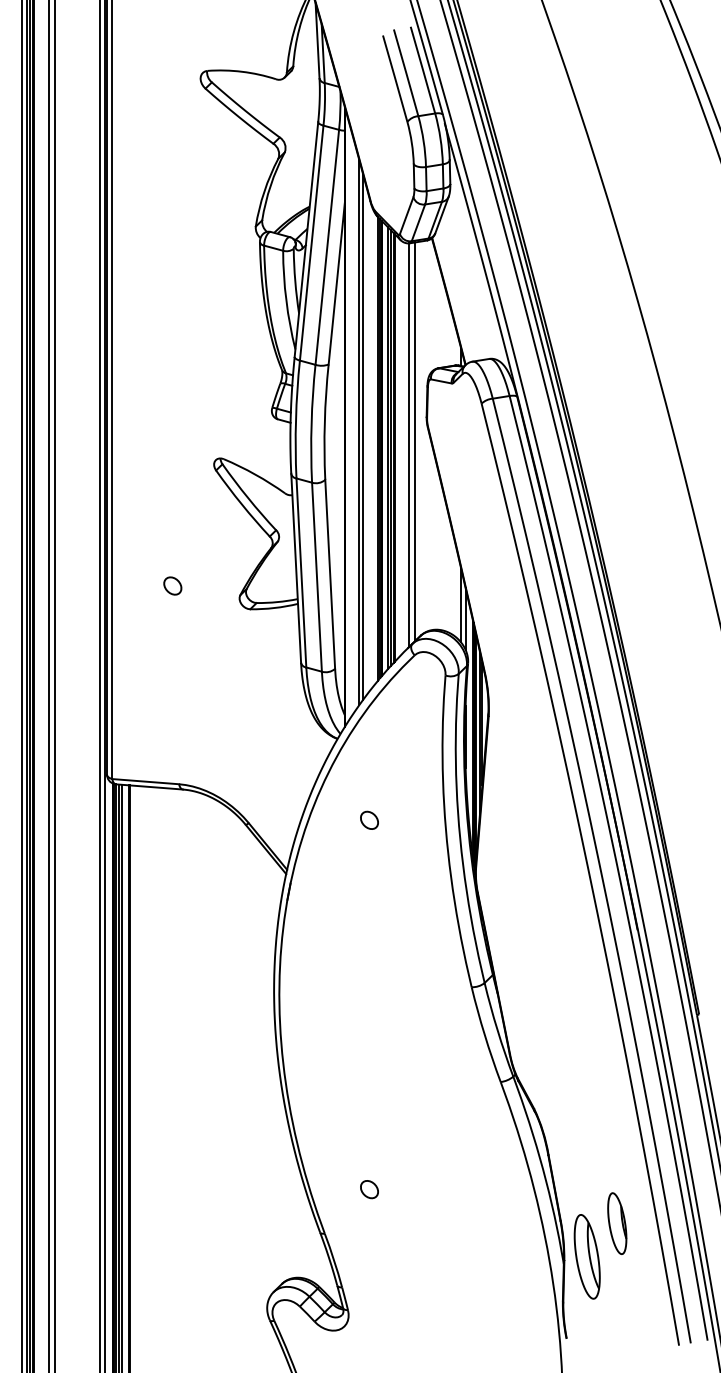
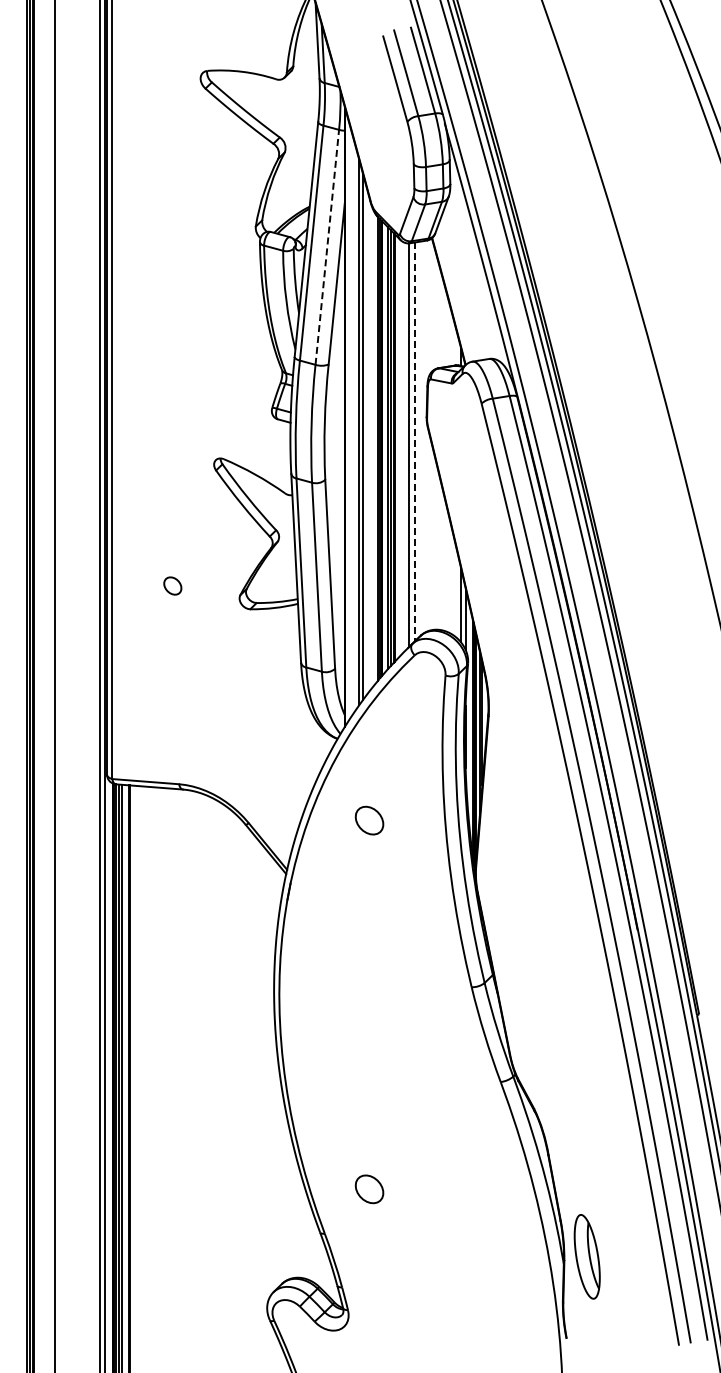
line at (327, 246): solid -> dashed
line at (415, 442): solid -> dashed
line at (21, 685): present -> none
line at (48, 685): present -> none
part at (369, 819) size: 19x20 px -> 31x31 px
part at (369, 1189) size: 19x20 px -> 31x31 px
part at (617, 1223): present -> none
